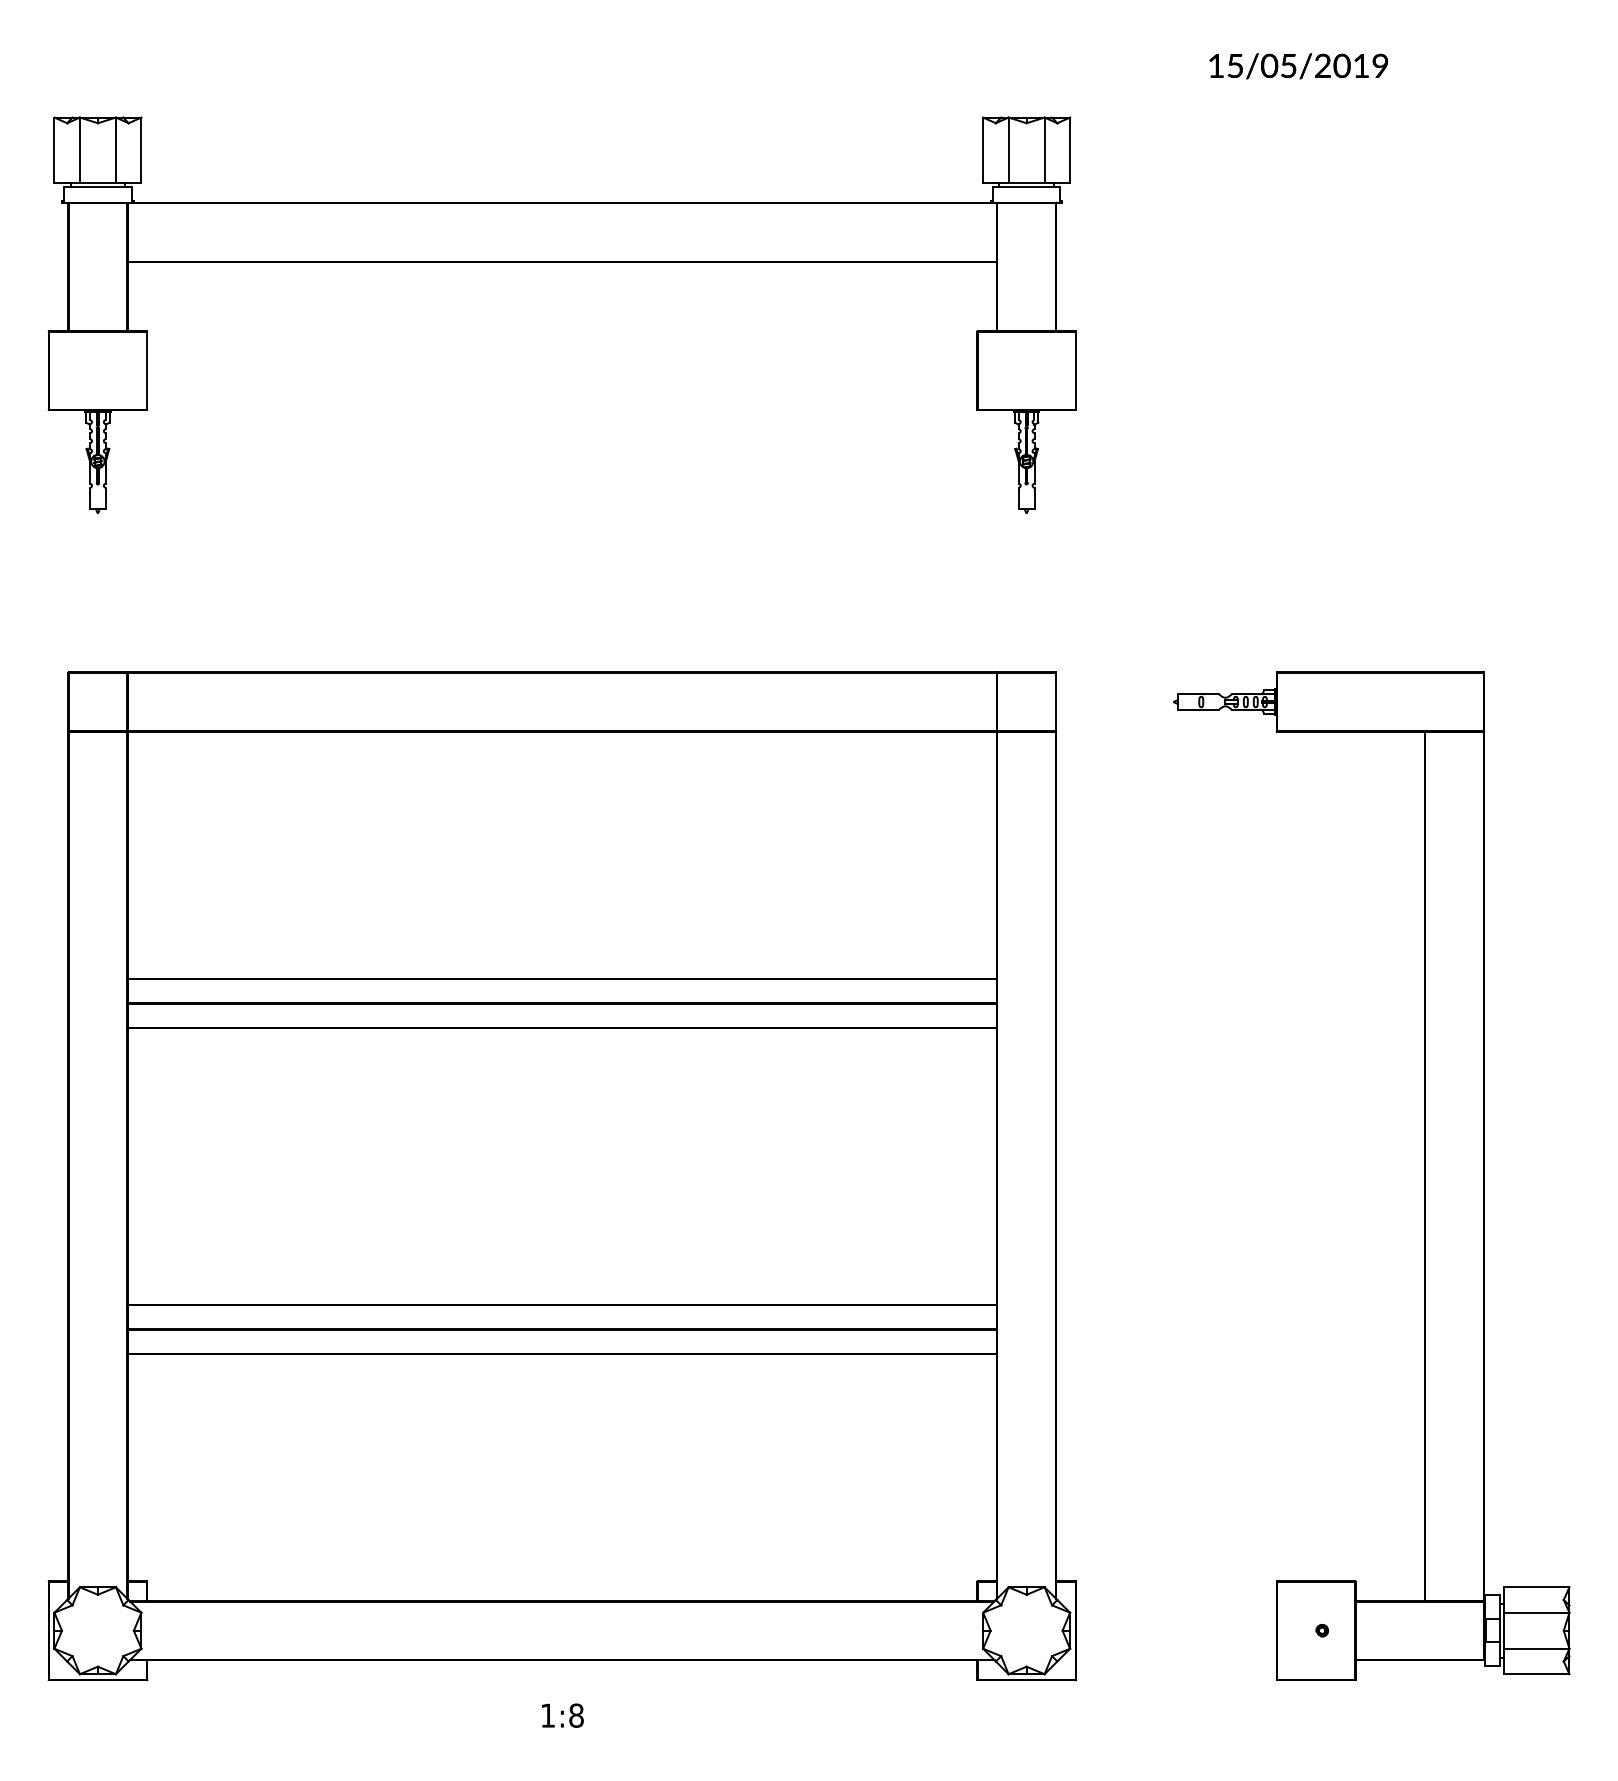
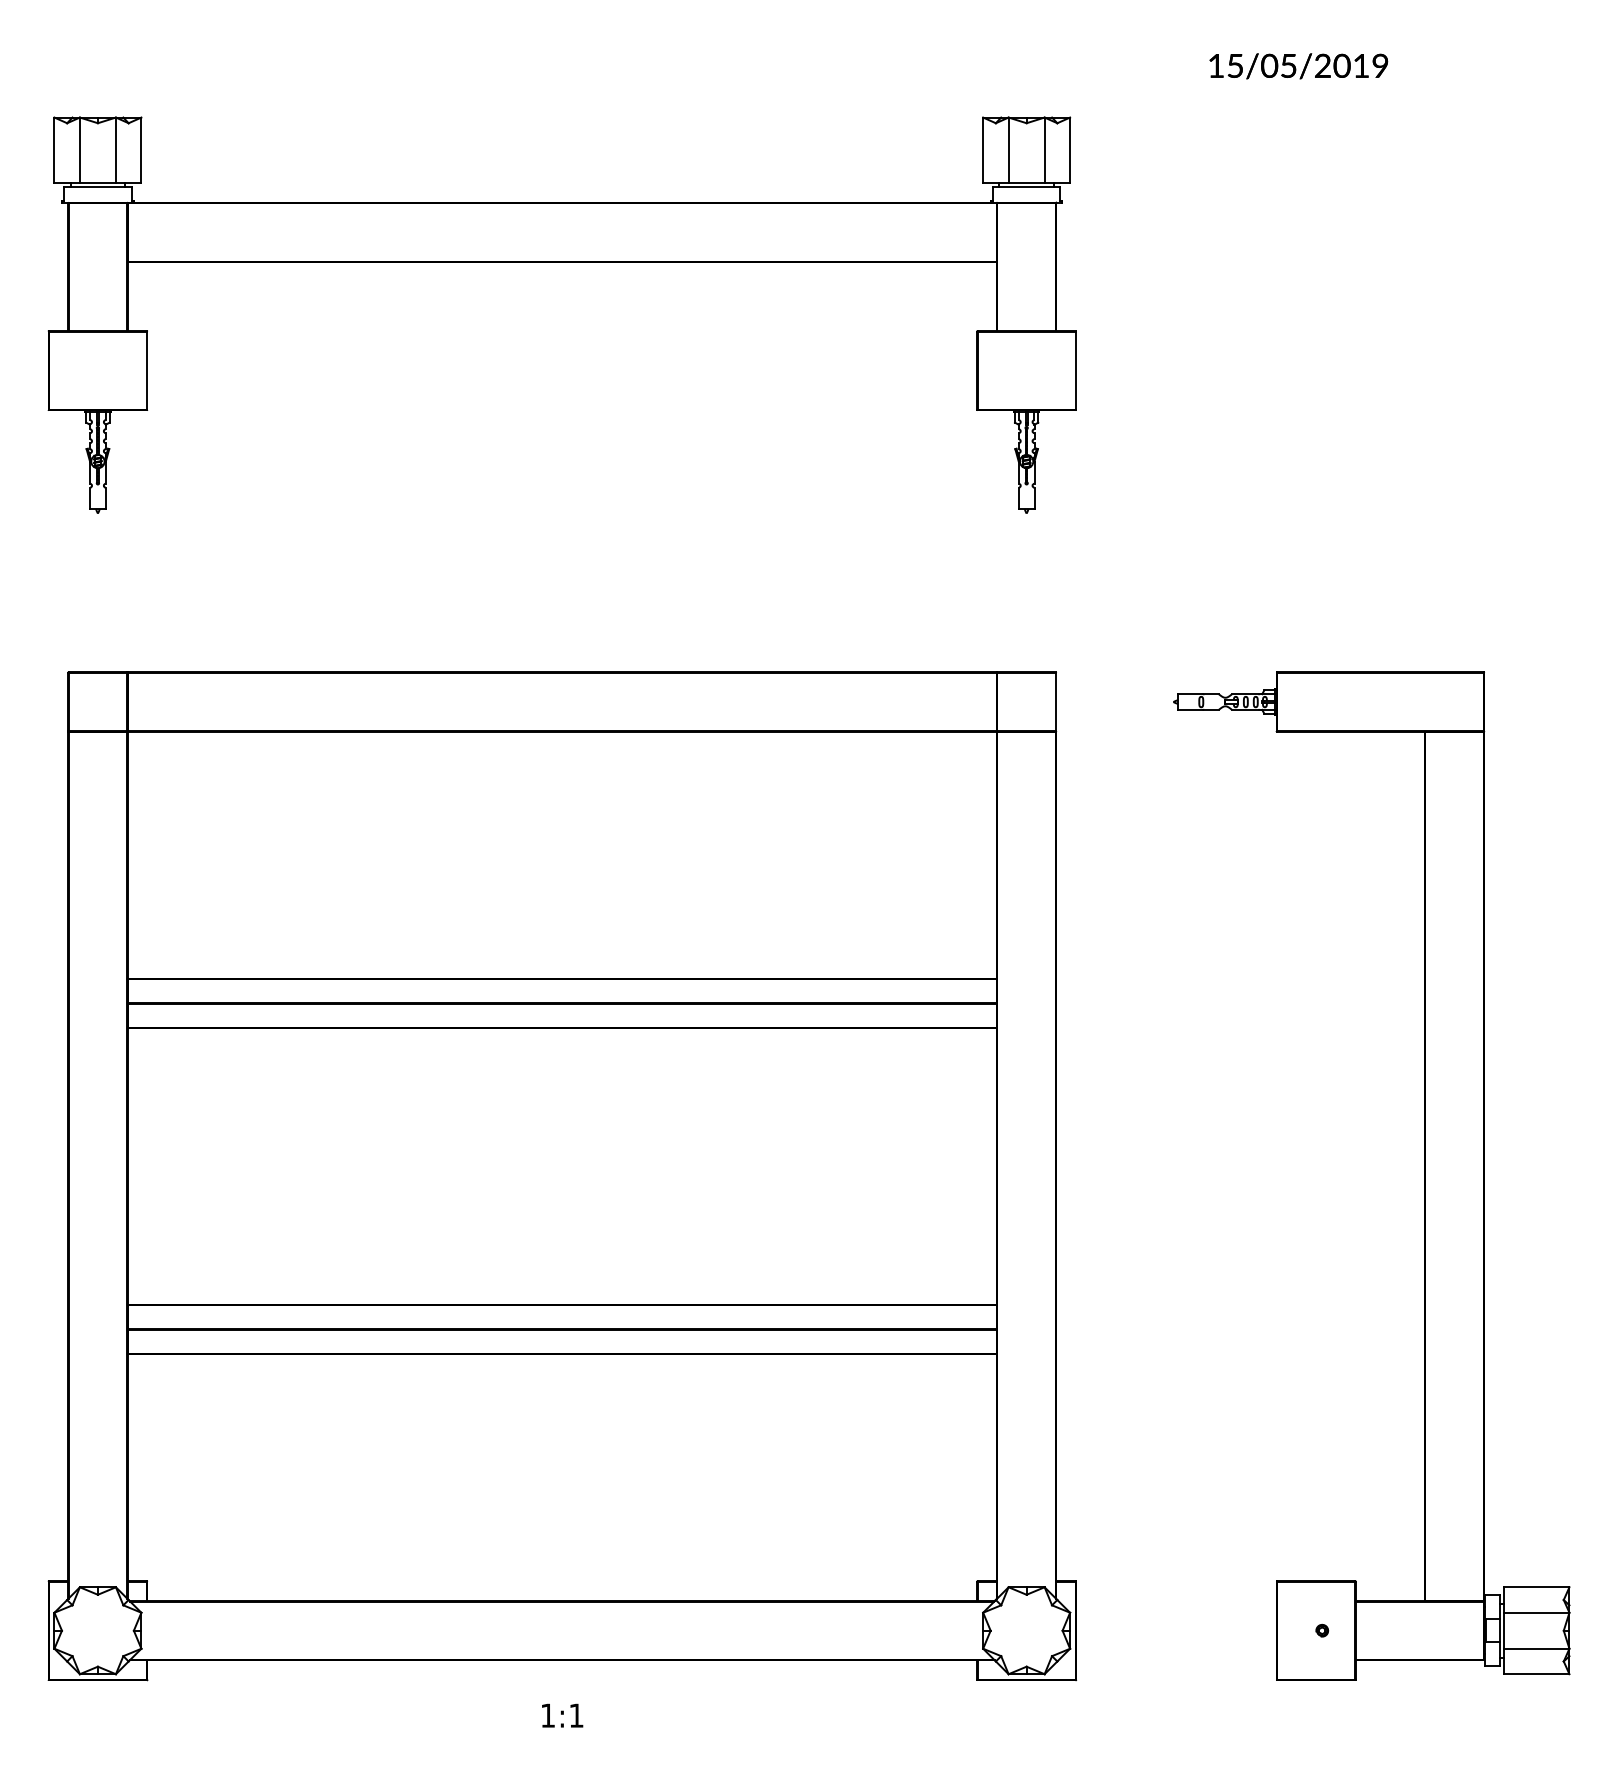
text at (576, 1715): 1:8 -> 1:1
